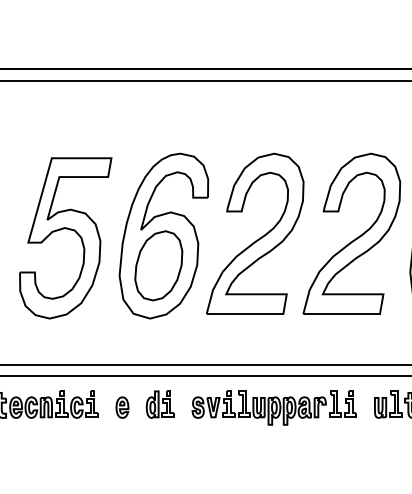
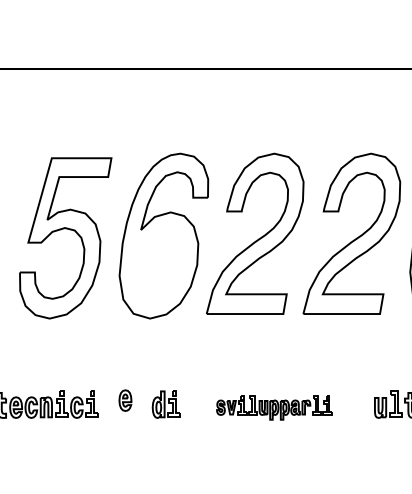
line at (205, 80): present -> none
part at (158, 265): present -> none
line at (205, 364): present -> none
line at (205, 376): present -> none
part at (159, 404) position: (159, 404) -> (165, 404)
part at (122, 407) position: (122, 407) -> (125, 400)
part at (273, 407) size: 166x36 px -> 117x26 px
